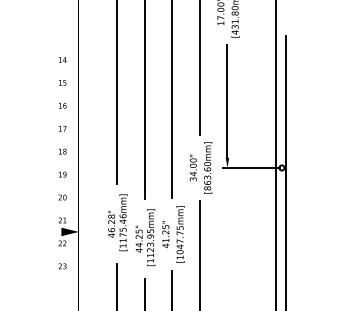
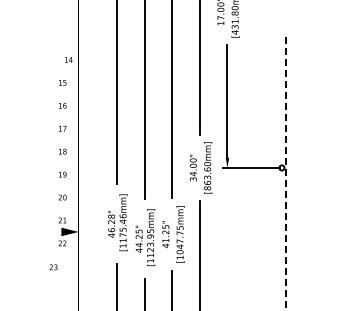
text at (62, 59) position: (62, 59) -> (68, 59)
line at (275, 154): present -> none
line at (286, 172): solid -> dashed
text at (62, 266) position: (62, 266) -> (53, 267)
